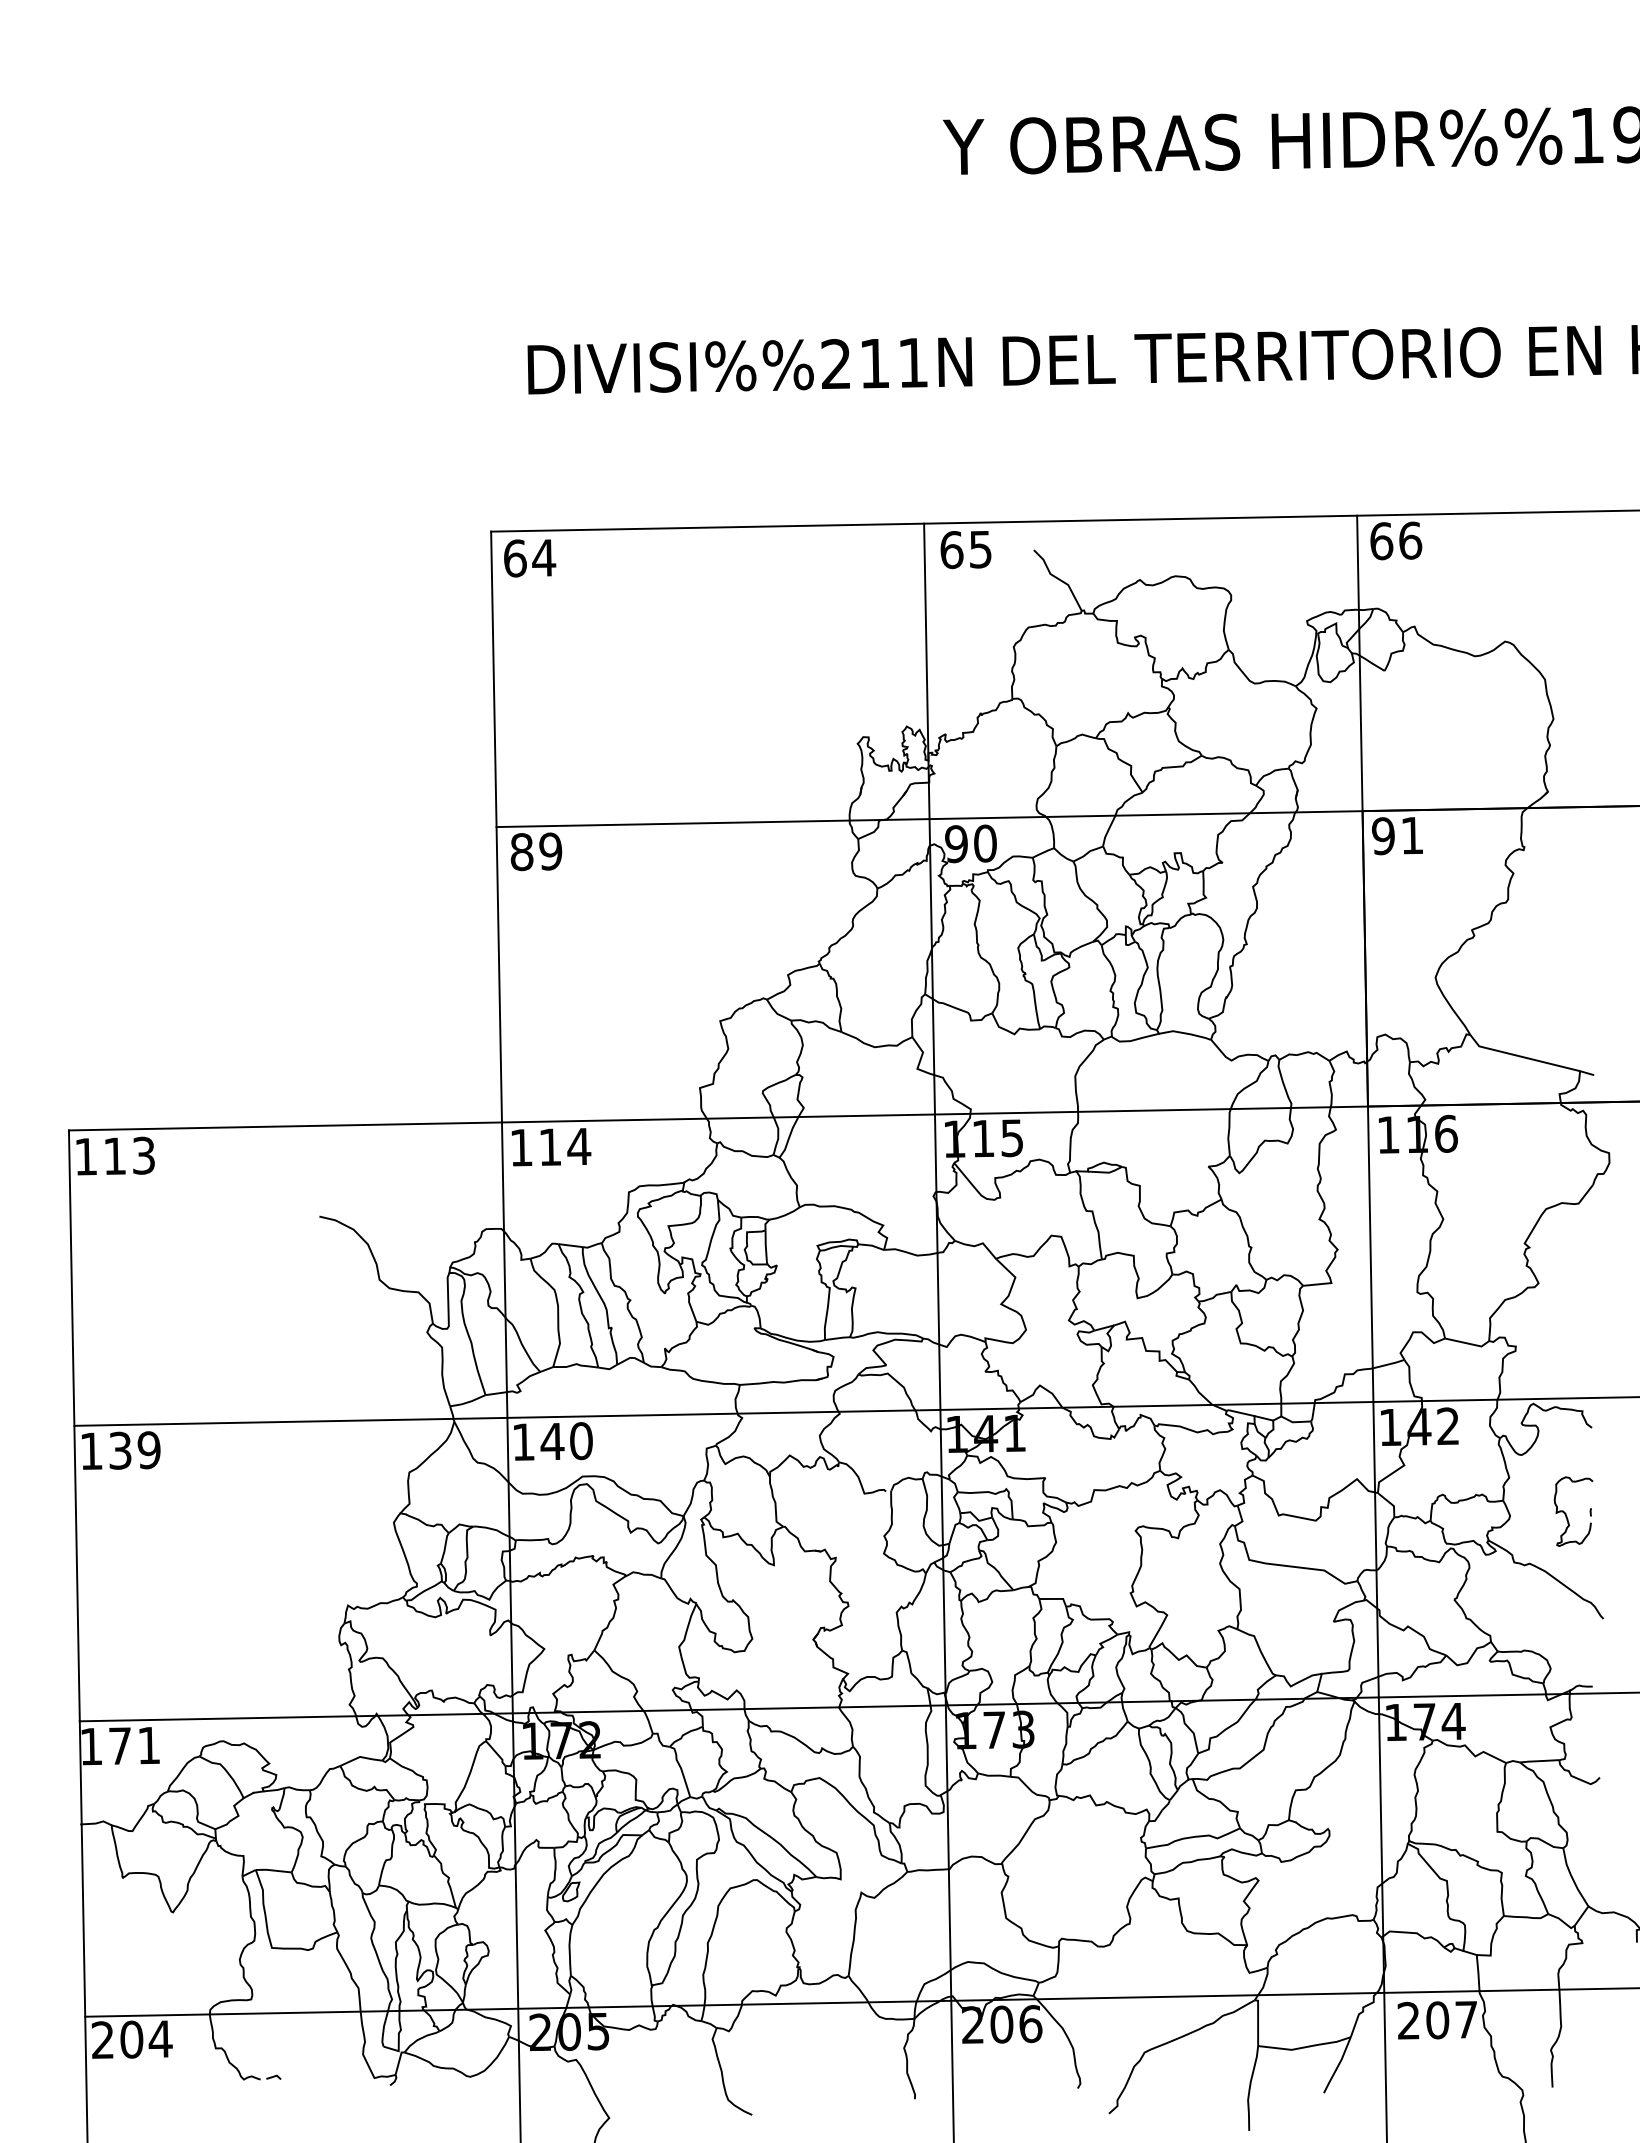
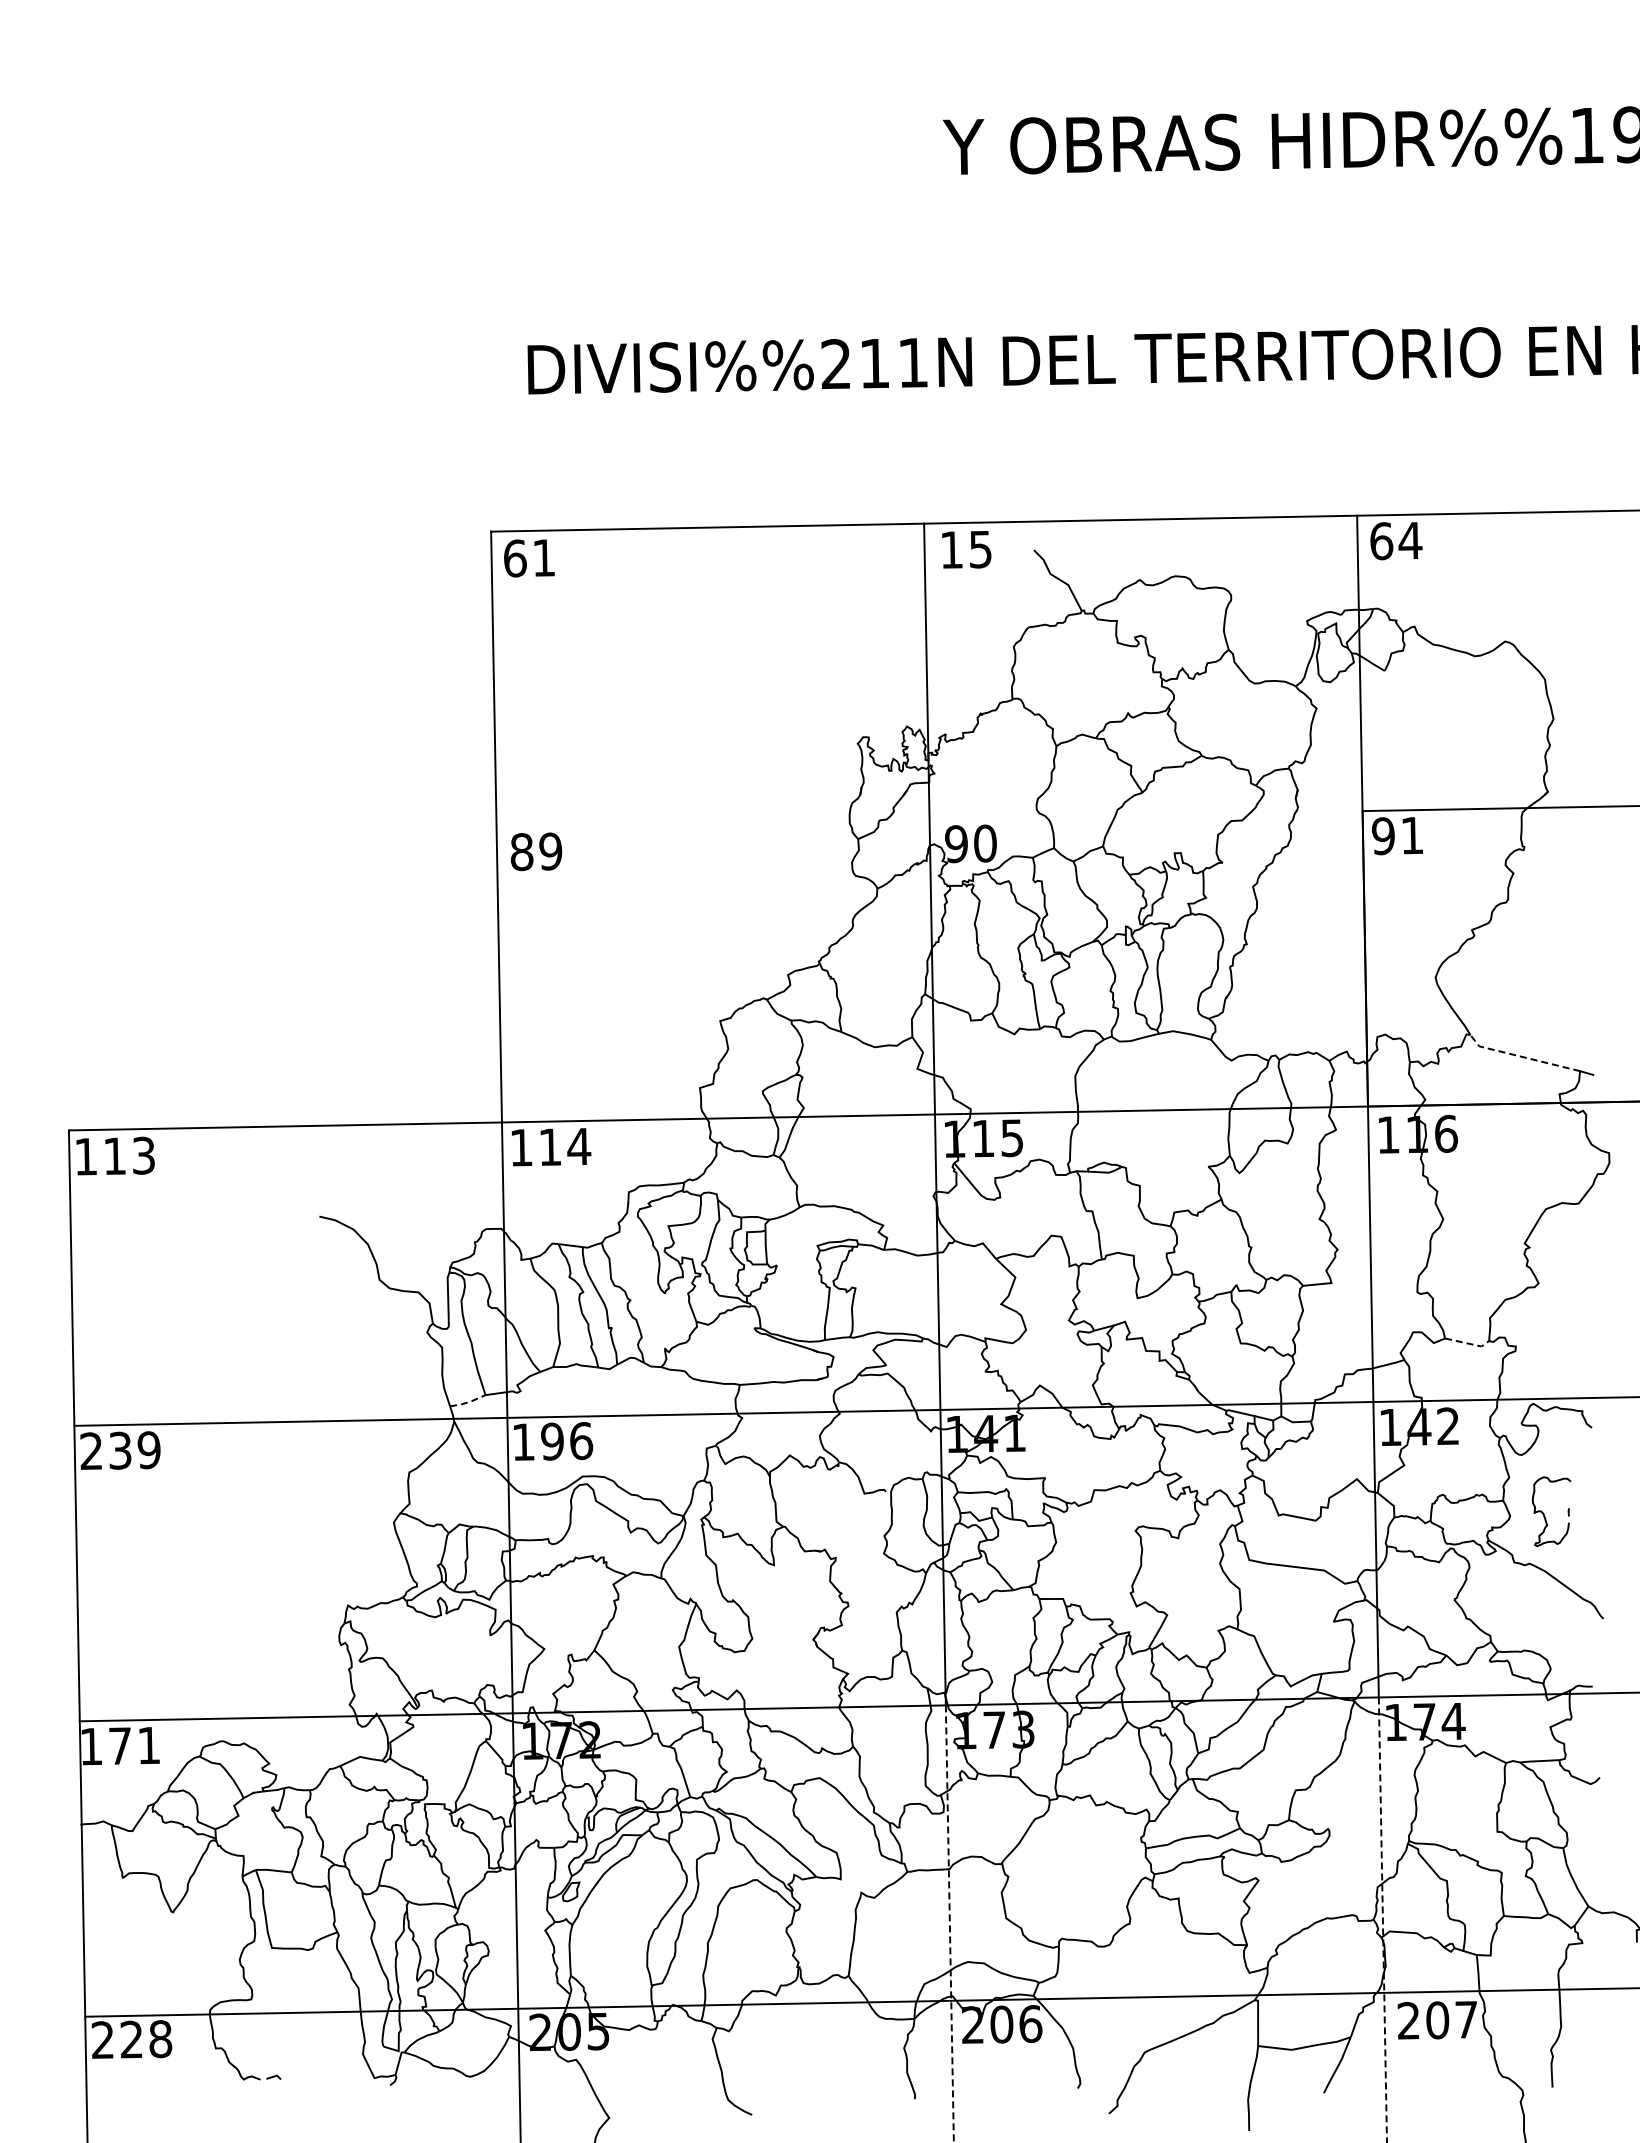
text at (1410, 540): 66 -> 64
text at (951, 550): 65 -> 15
text at (544, 557): 64 -> 61
line at (1066, 816): present -> none
line at (1521, 1056): solid -> dashed
line at (1469, 1343): solid -> dashed
line at (468, 1402): solid -> dashed
text at (566, 1441): 140 -> 196
text at (91, 1450): 139 -> 239
part at (1566, 1513) position: (1566, 1513) -> (1544, 1513)
line at (1382, 1920): solid -> dashed
line at (949, 1924): solid -> dashed
text at (146, 2039): 204 -> 228
